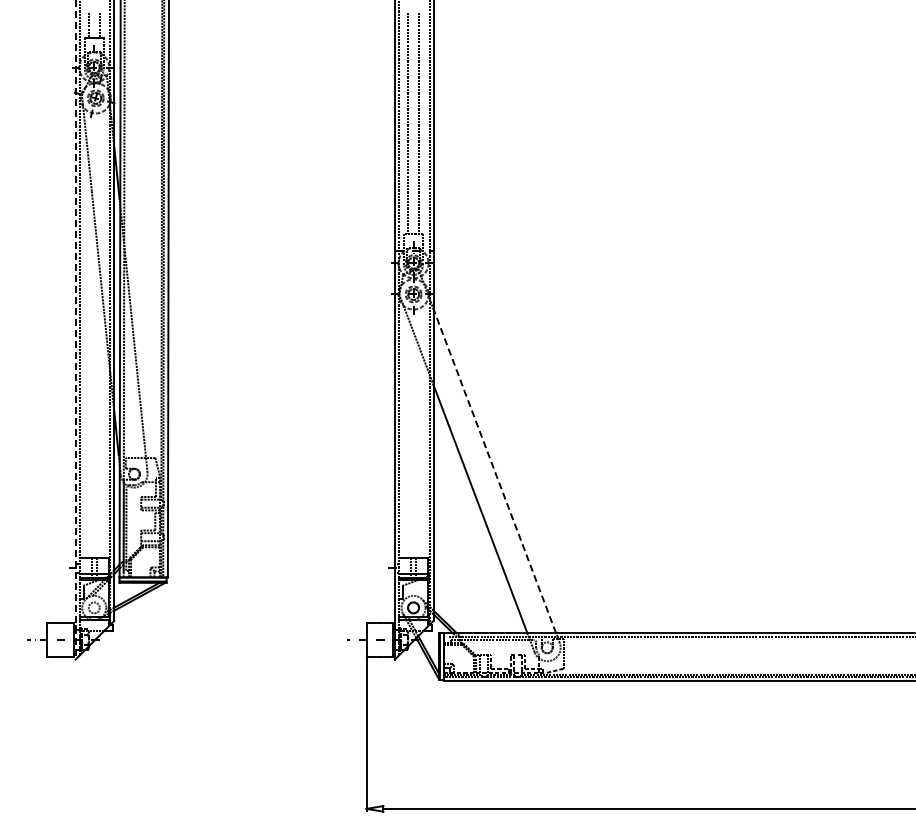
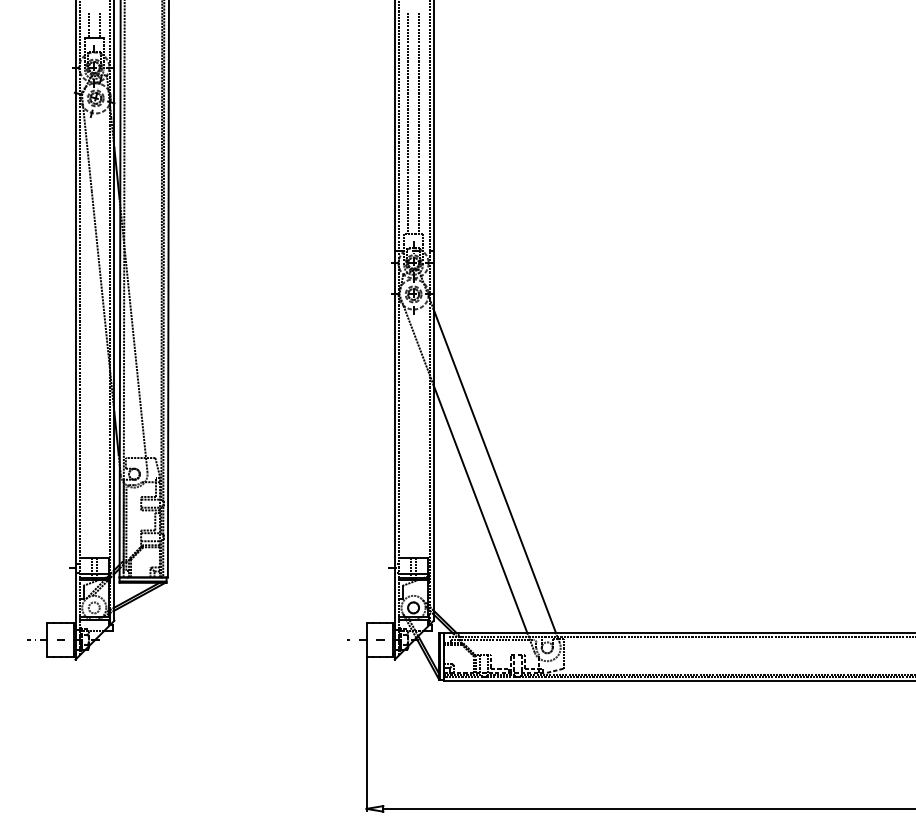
line at (75, 330): dashed -> solid
line at (494, 471): dashed -> solid
